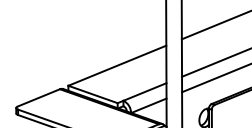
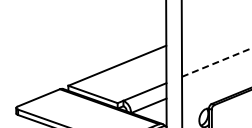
line at (214, 25): present -> none
line at (216, 62): solid -> dashed
line at (215, 78): present -> none
